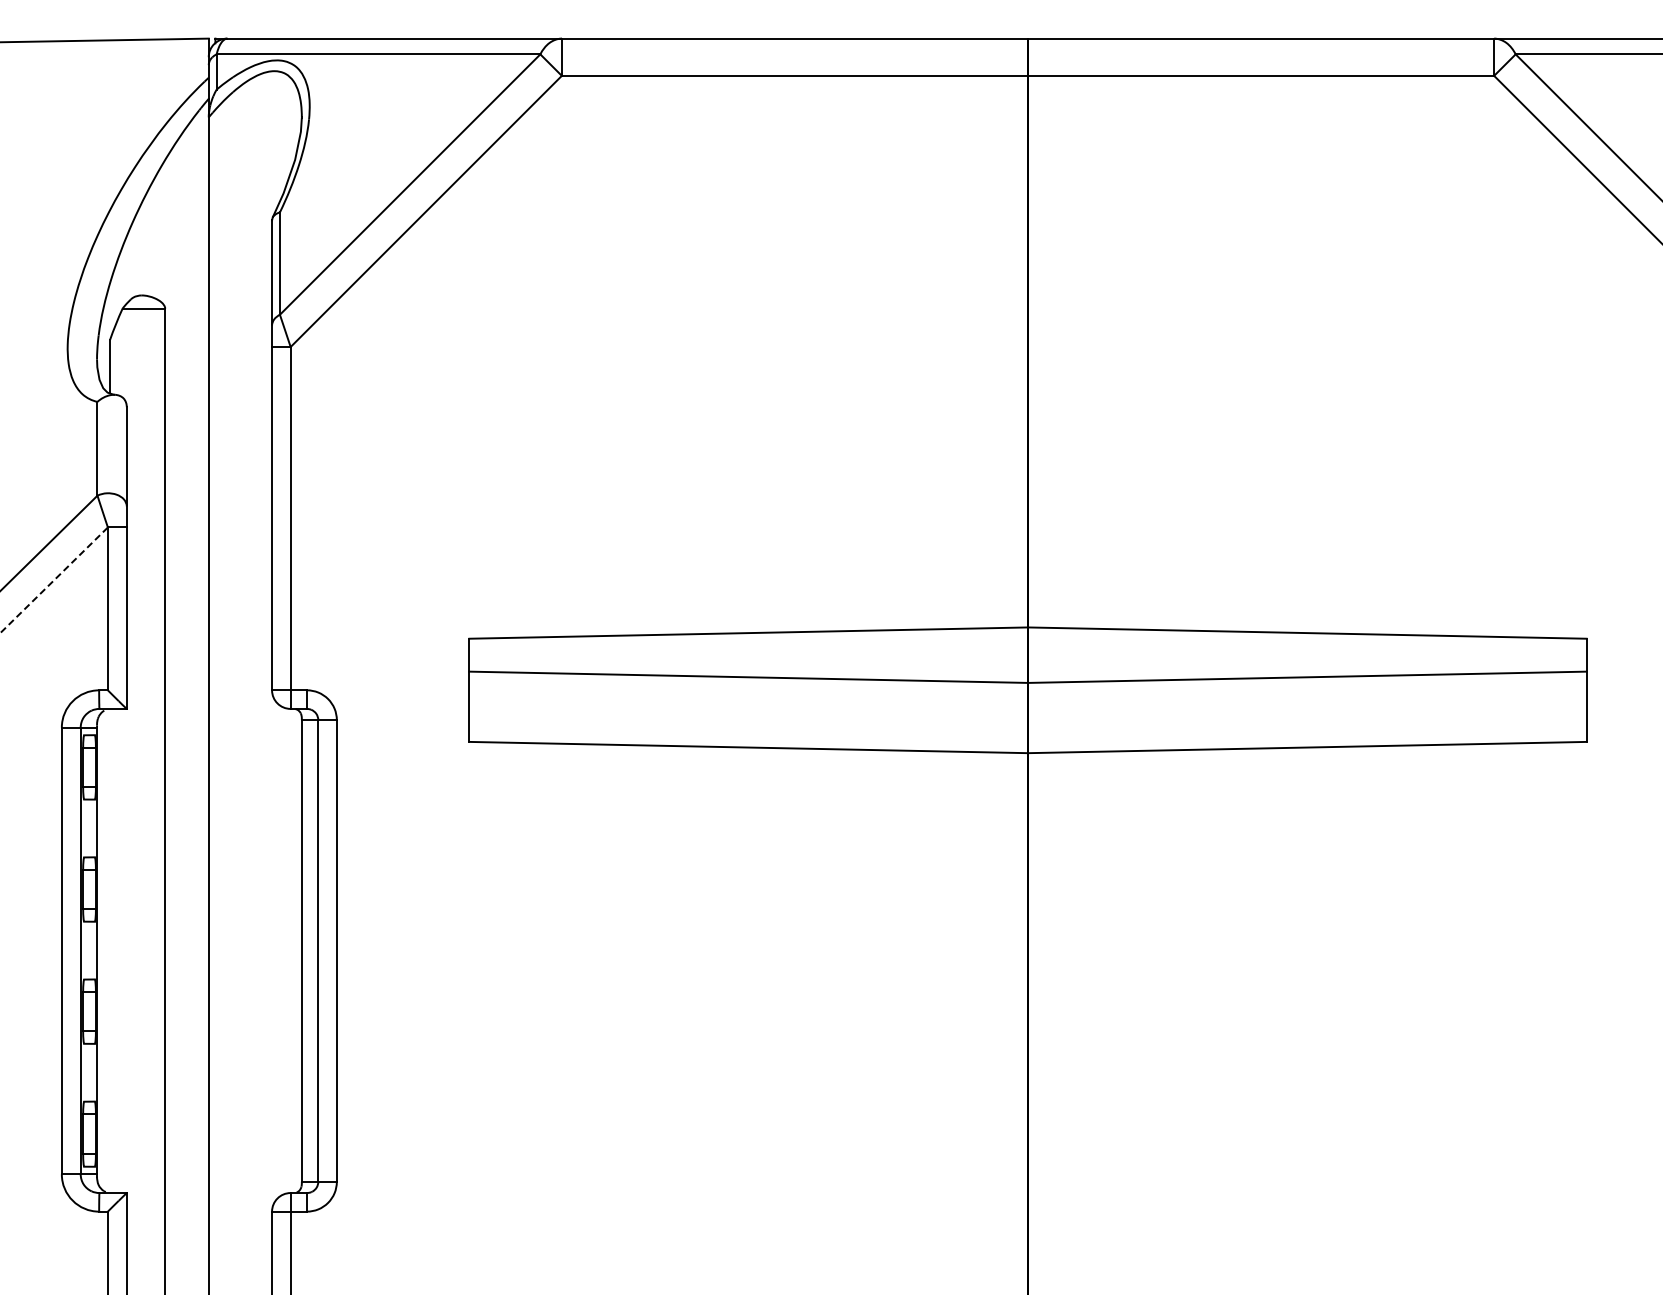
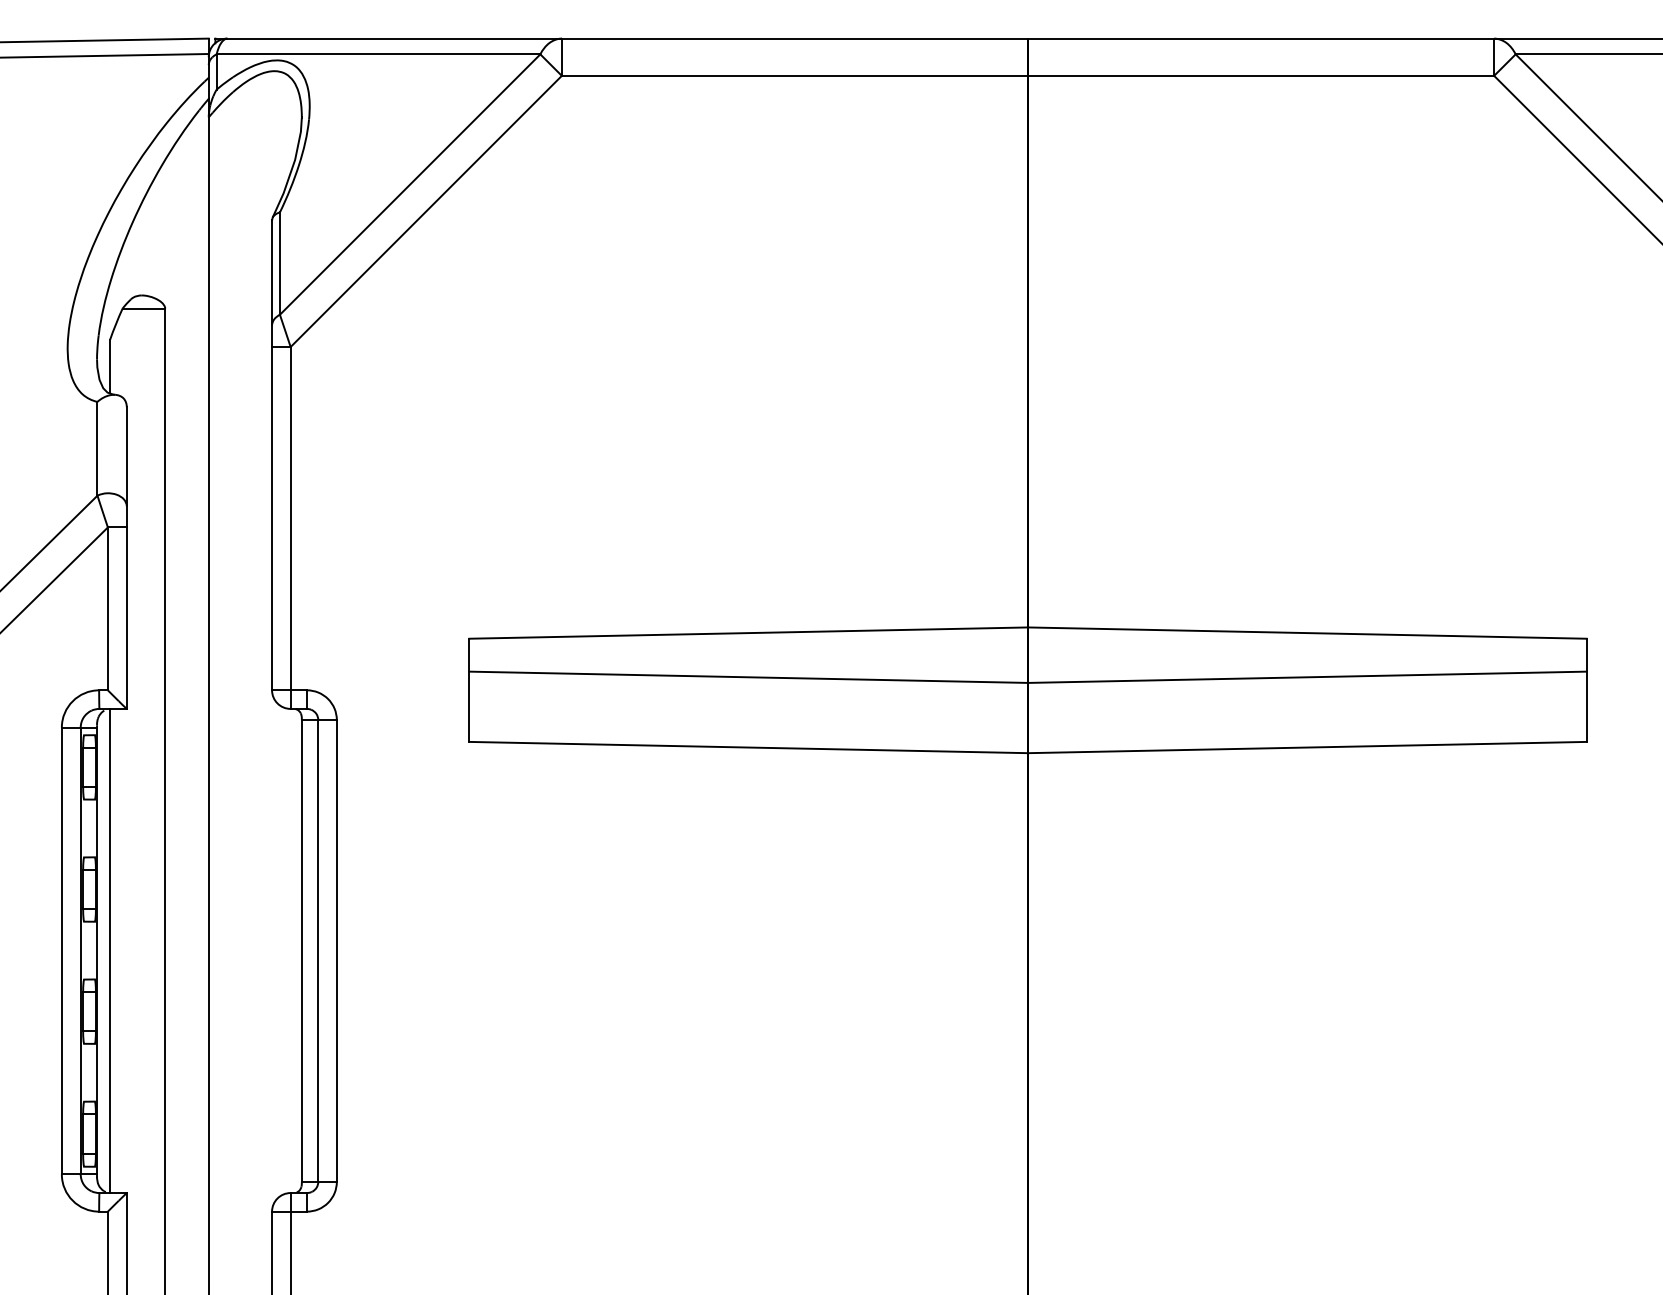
line at (105, 55): none -> present
line at (53, 580): dashed -> solid
line at (110, 950): none -> present
